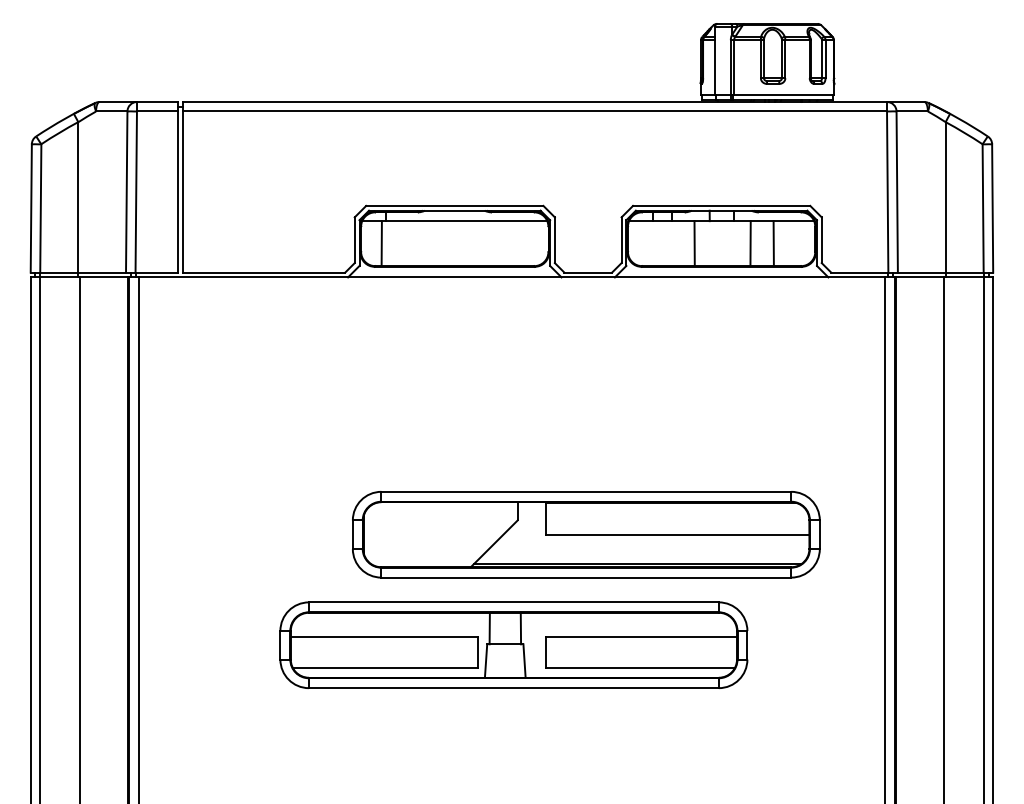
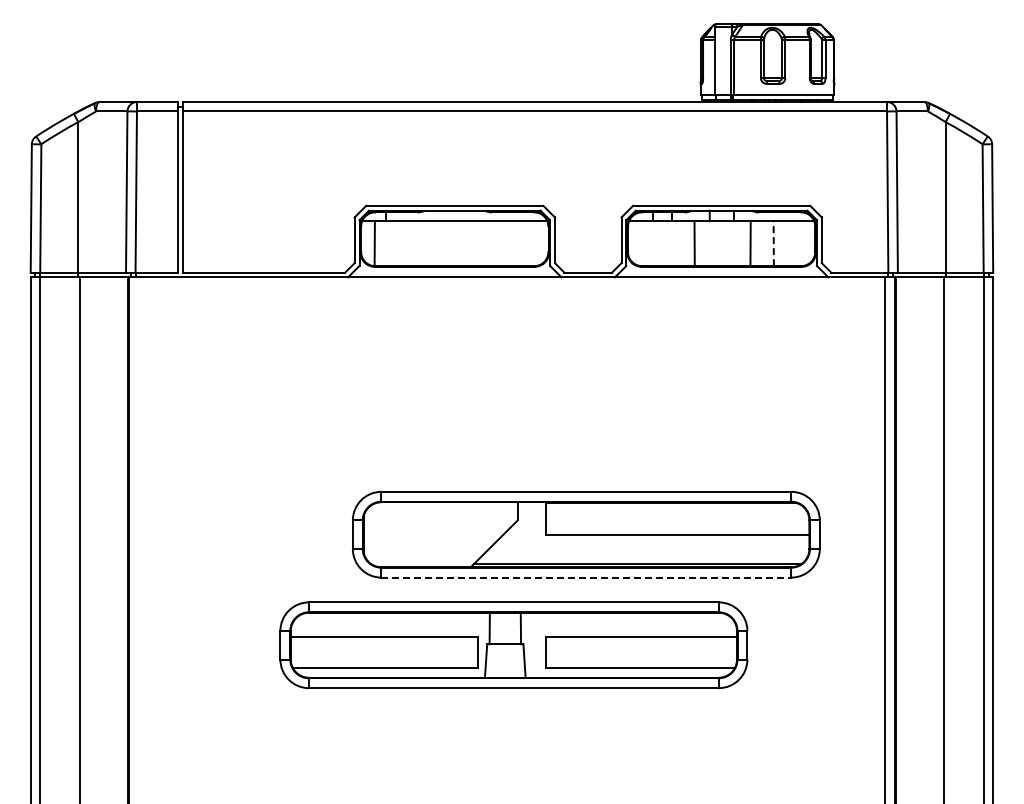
line at (381, 243) position: (381, 243) -> (374, 243)
line at (773, 243): solid -> dashed
line at (138, 538): present -> none
line at (586, 577): solid -> dashed
